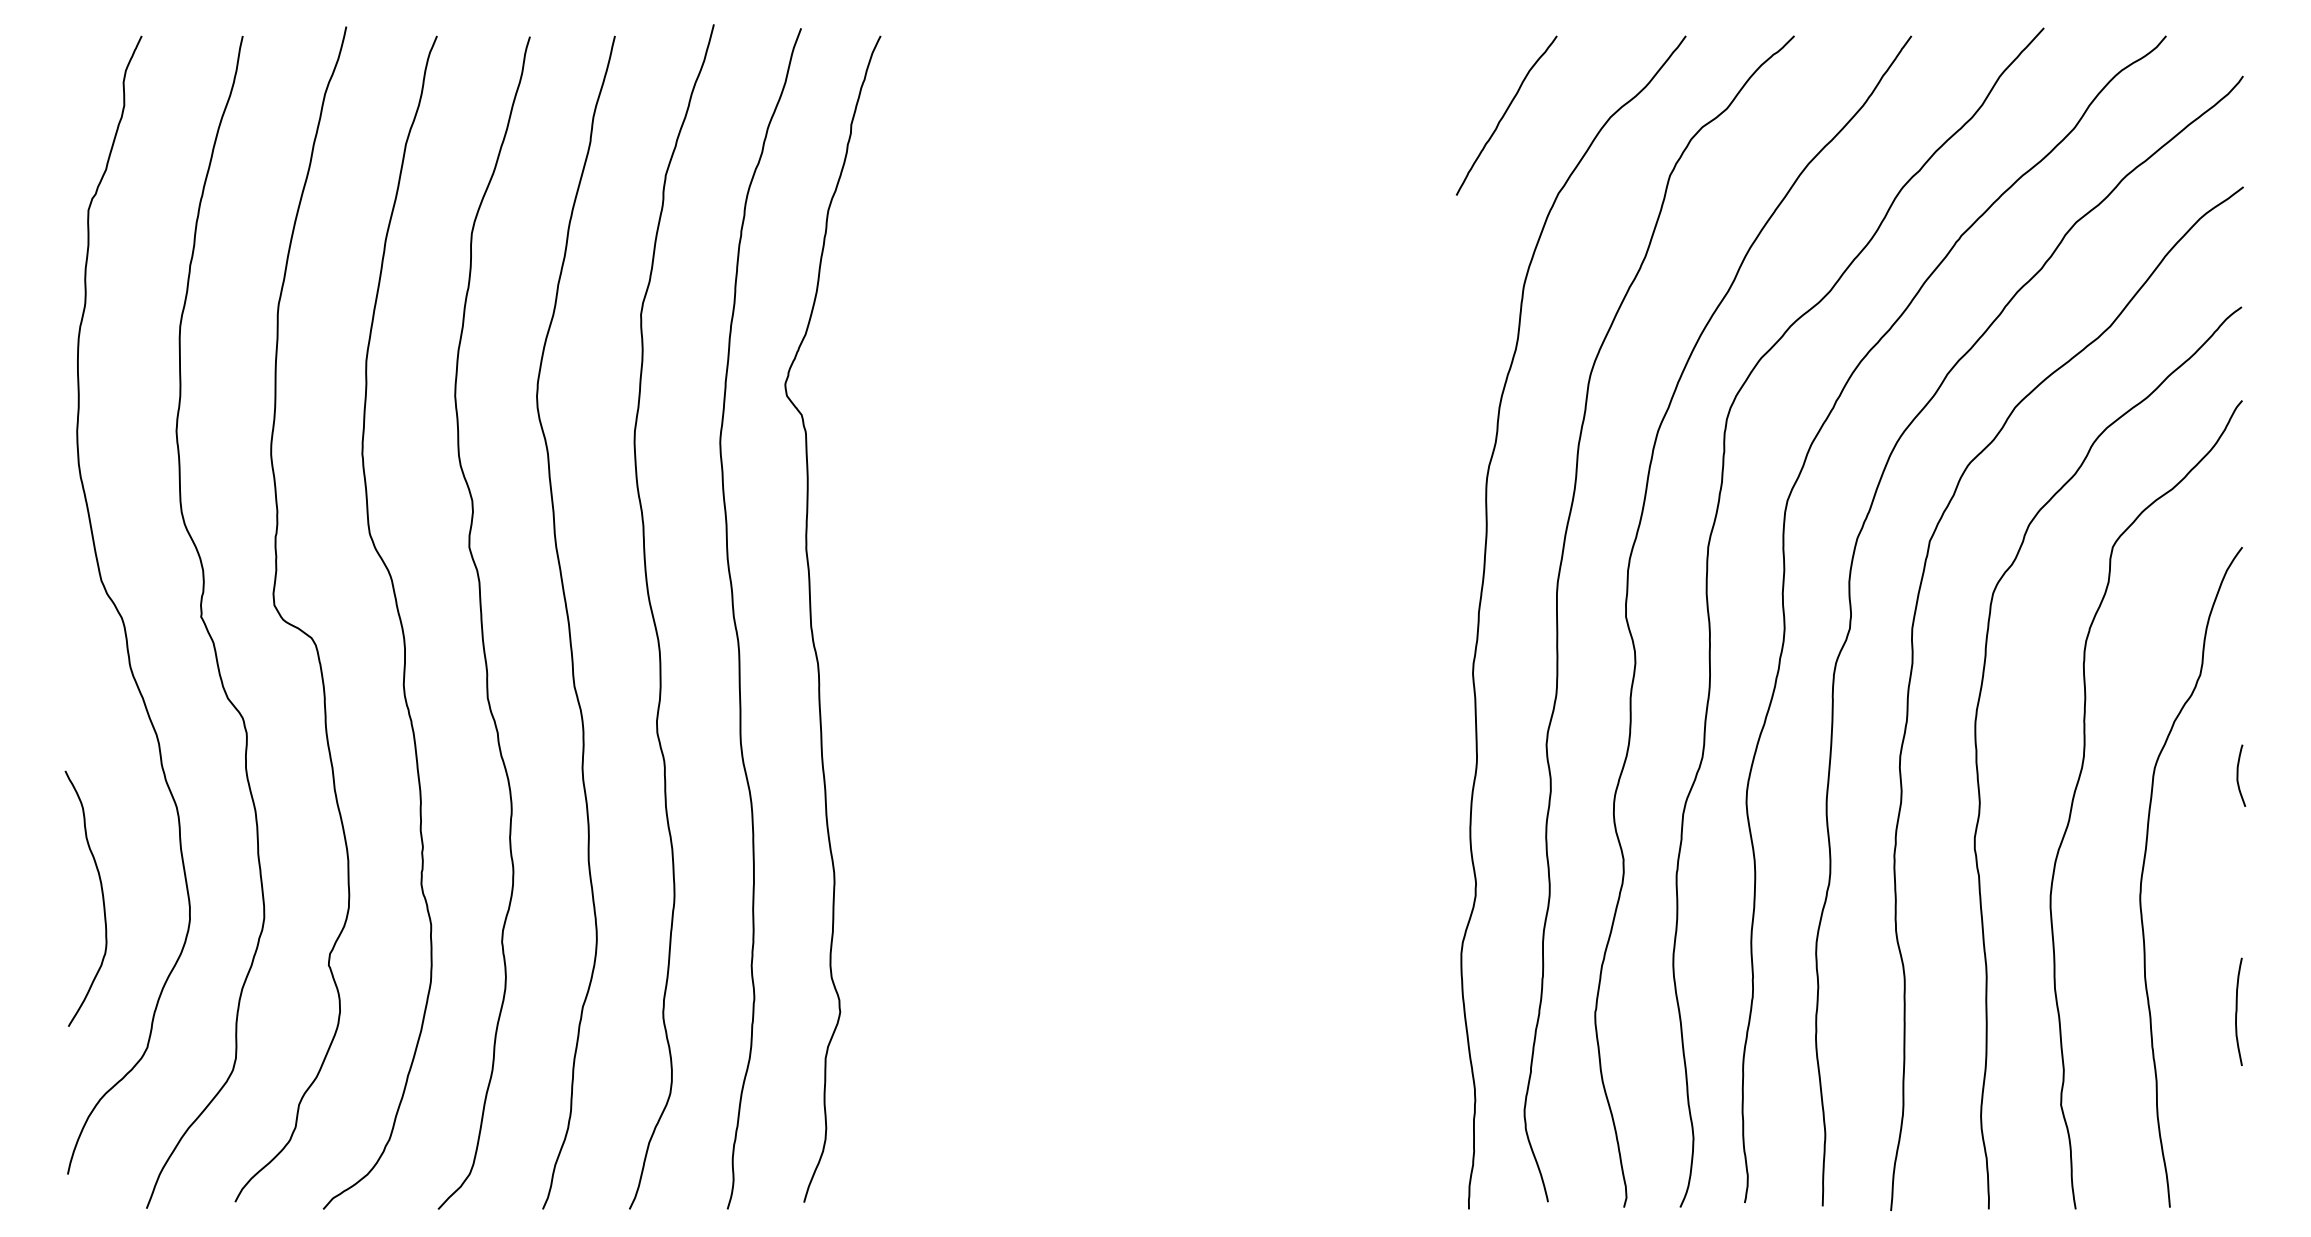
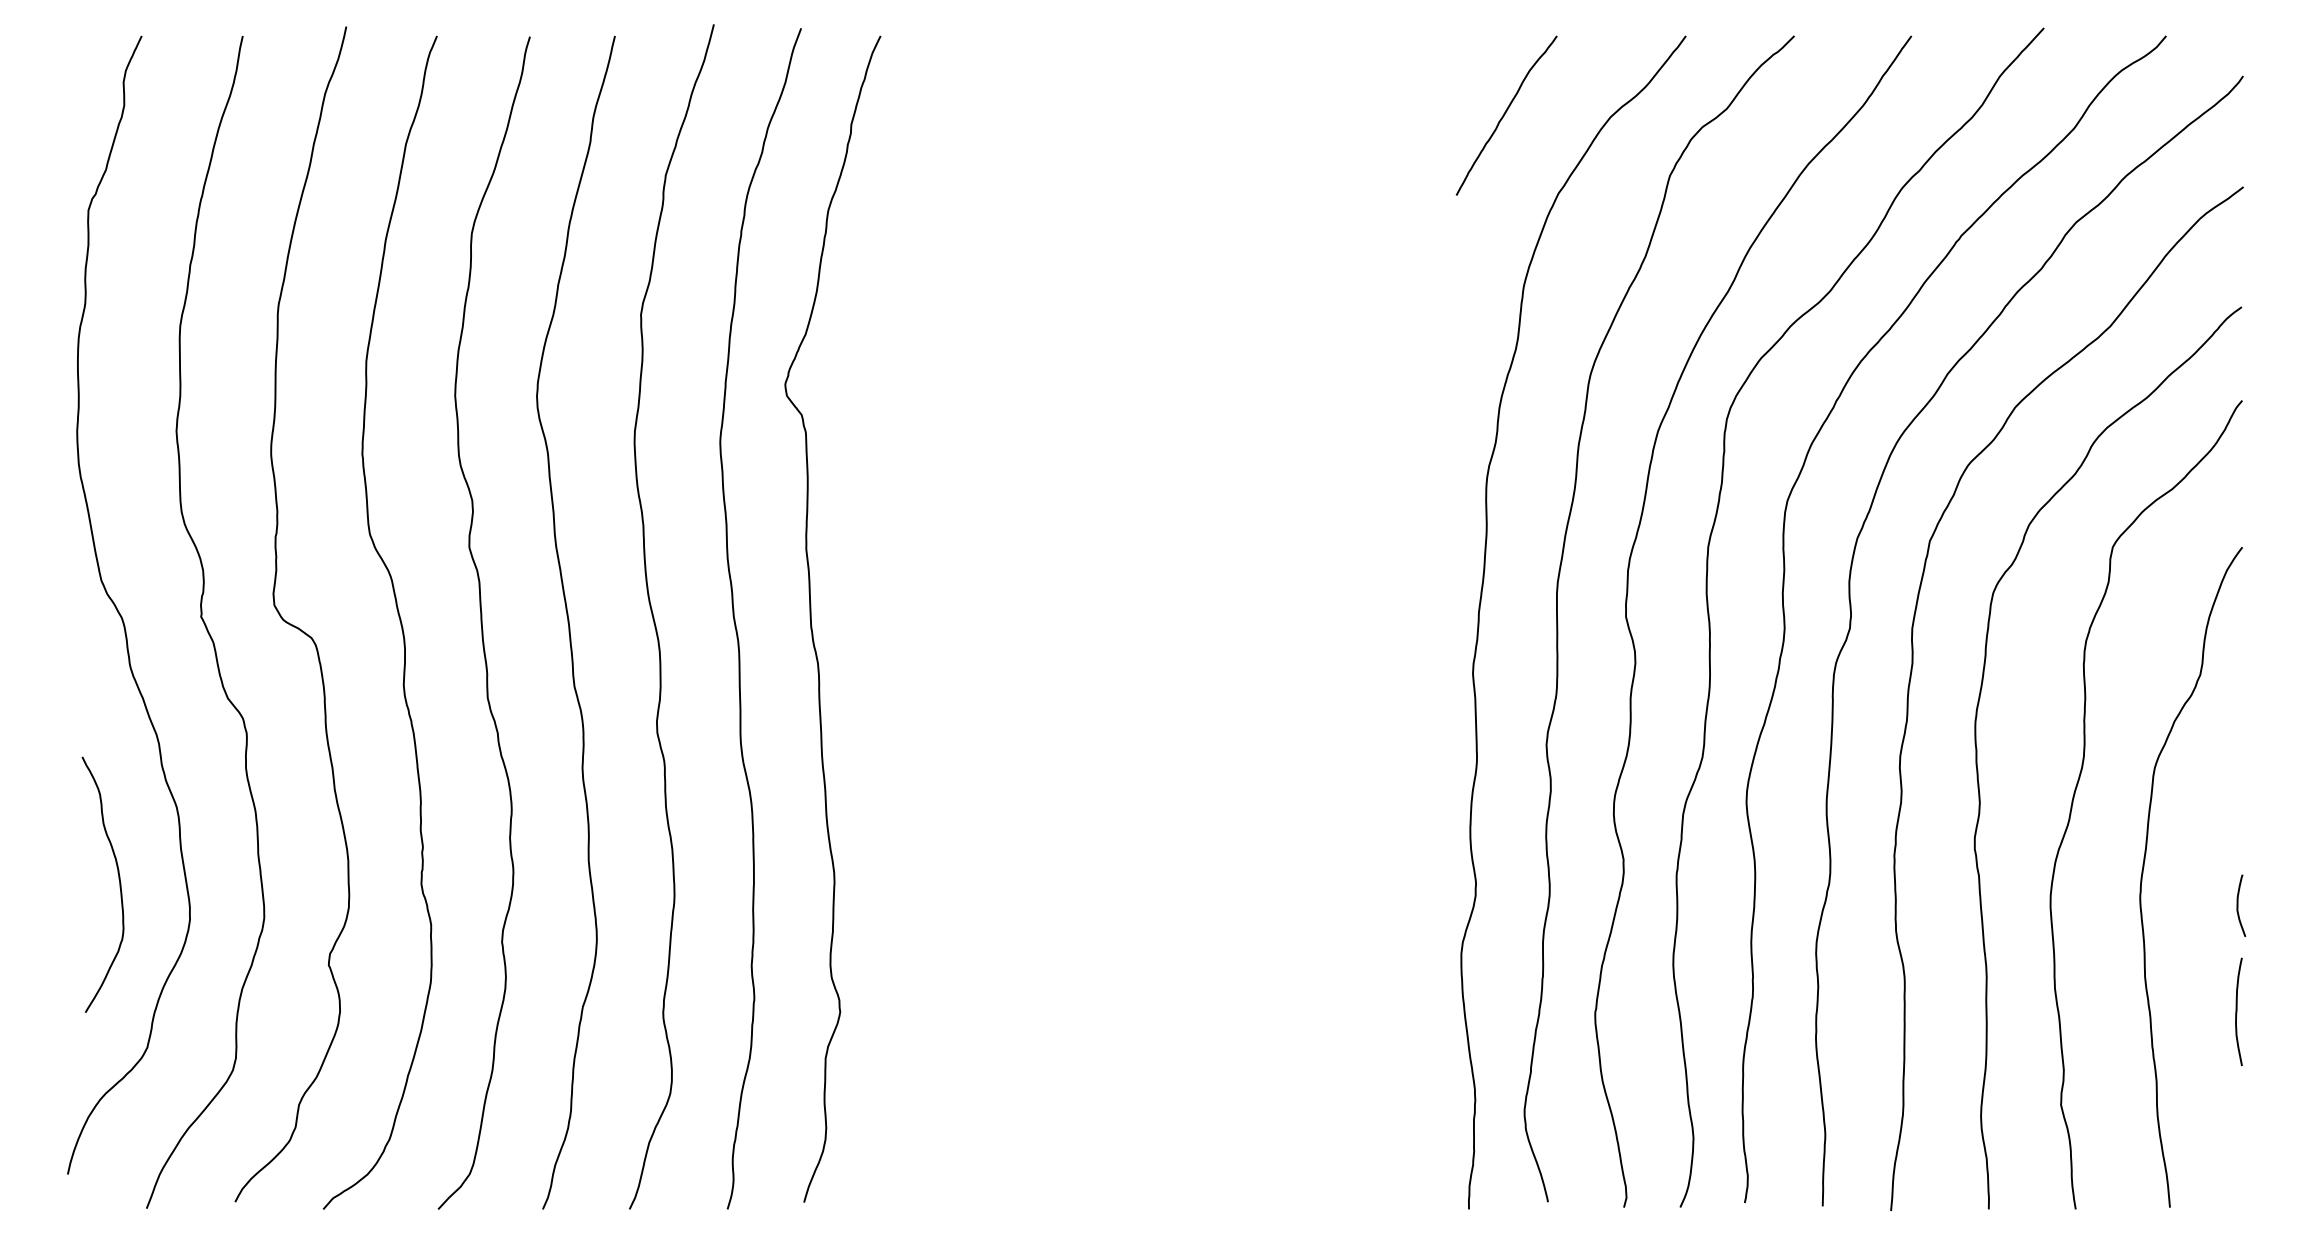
curve at (2238, 775) position: (2238, 775) -> (2238, 905)
curve at (101, 893) position: (101, 893) -> (118, 879)
